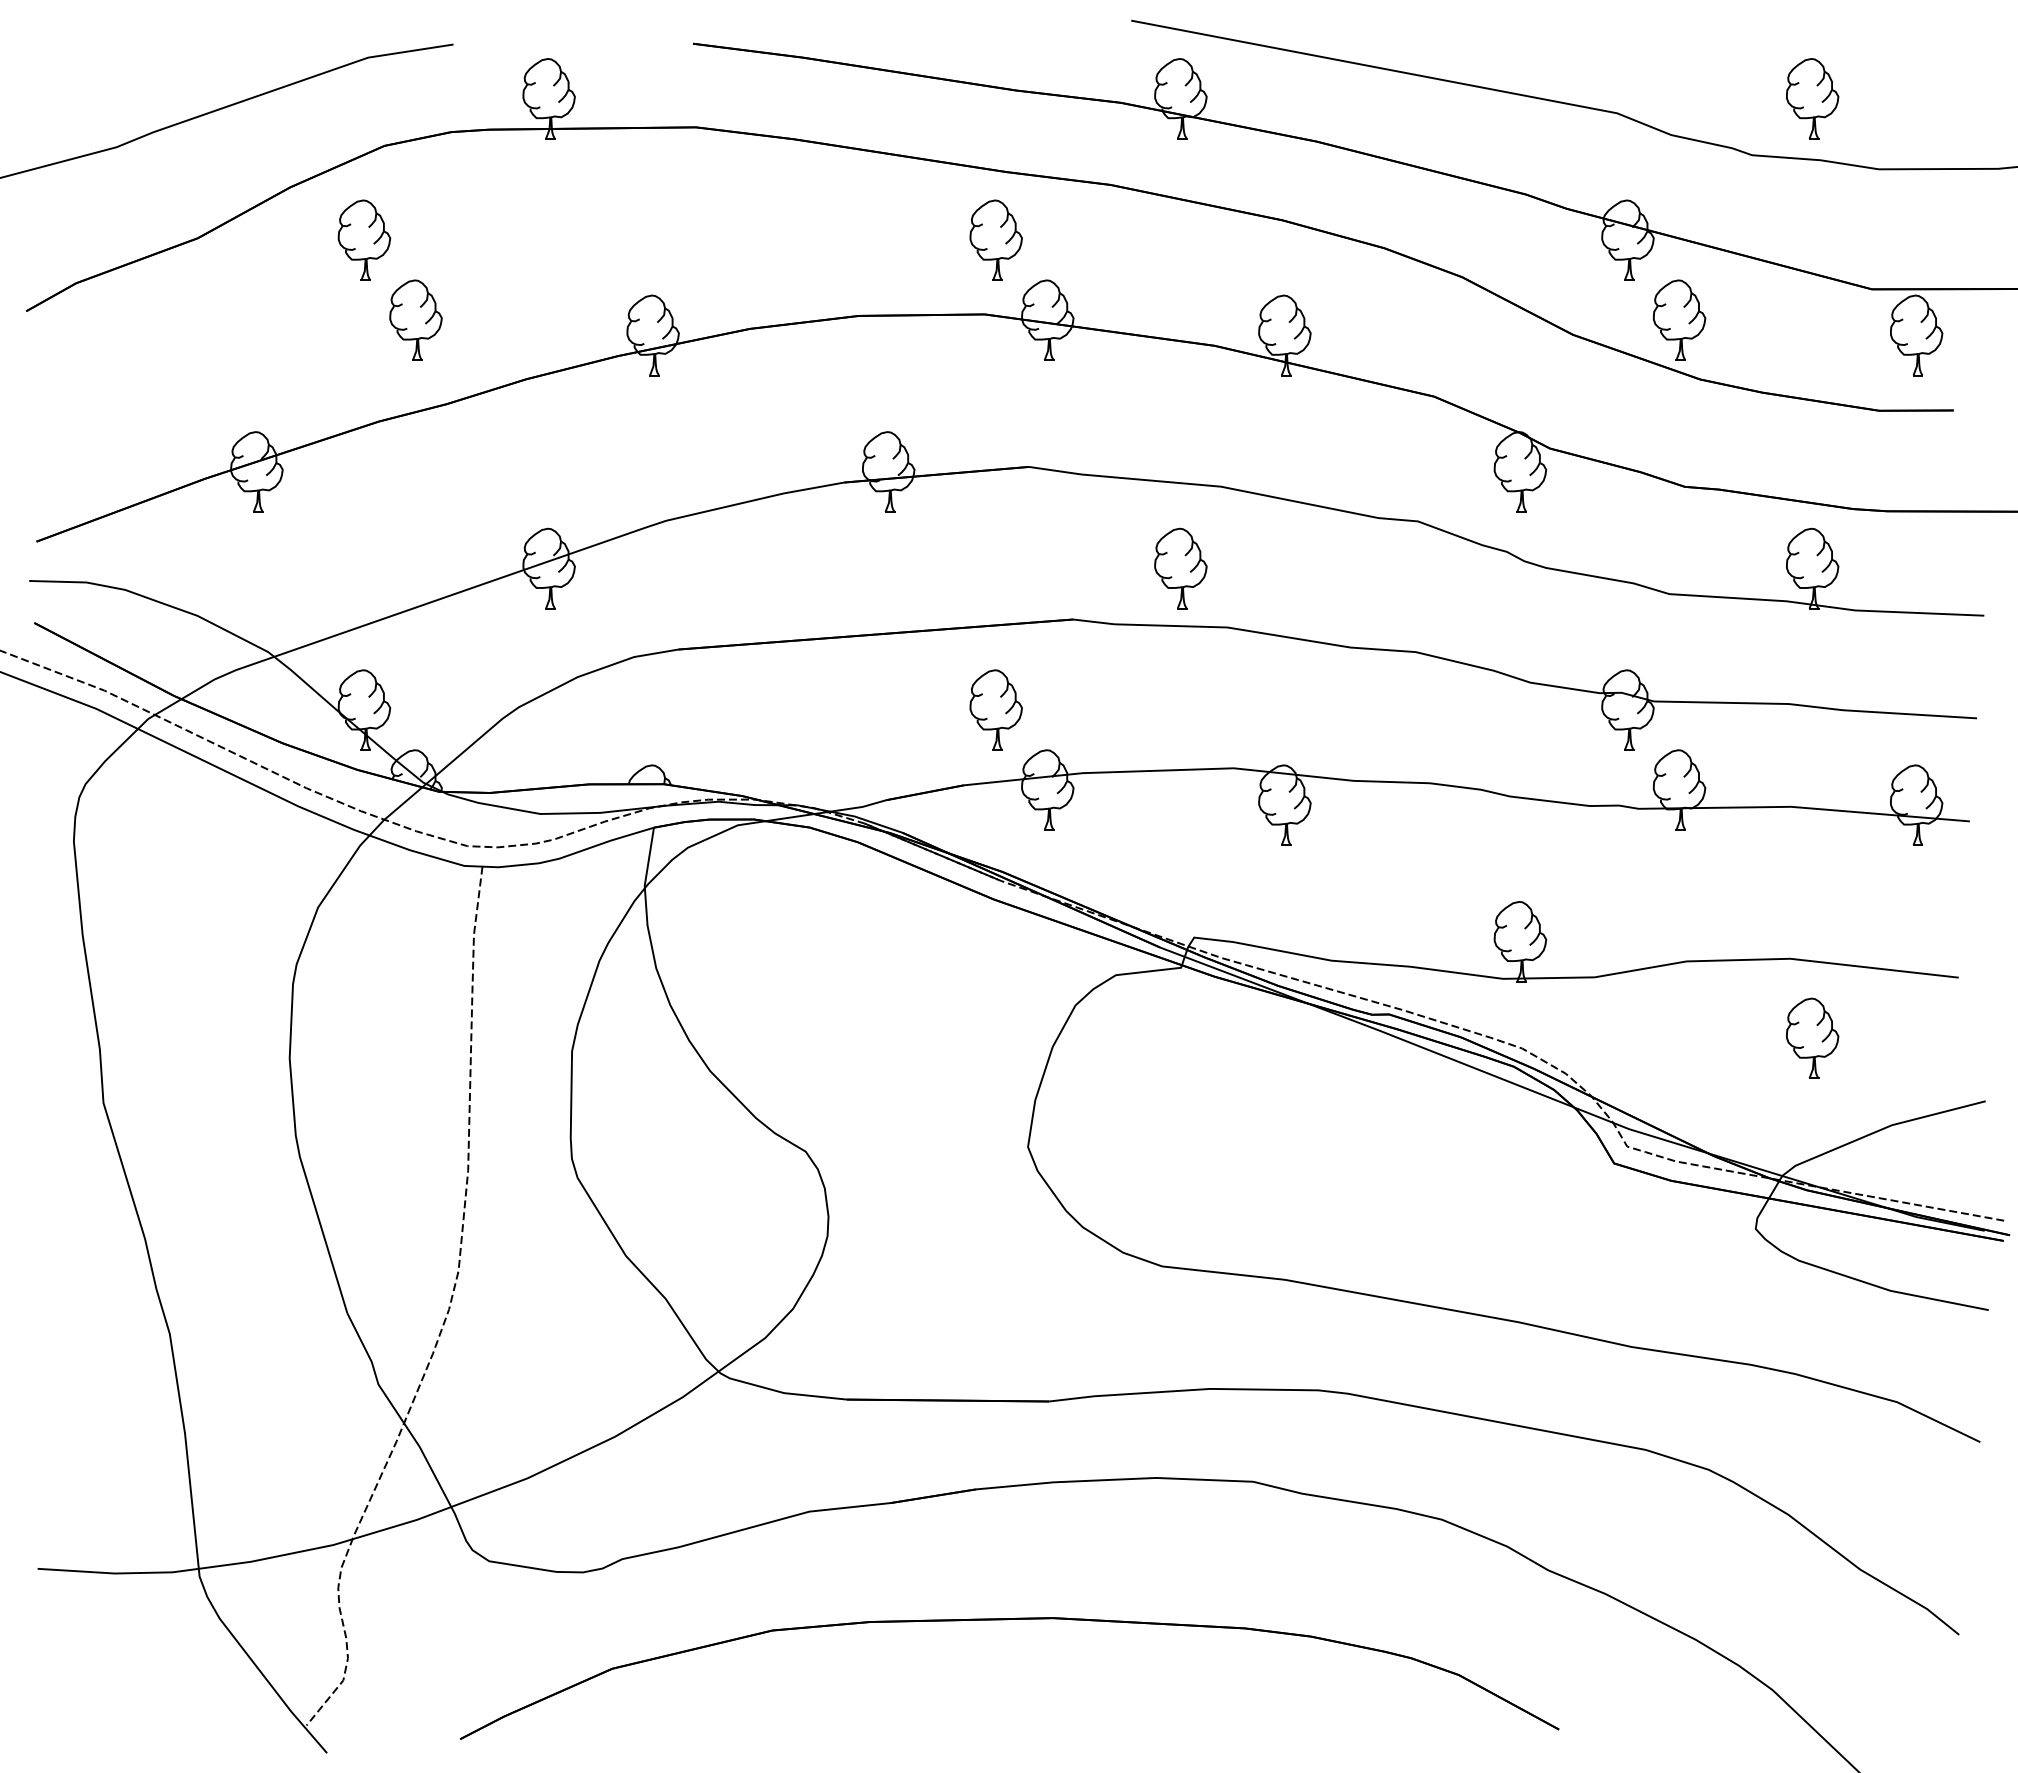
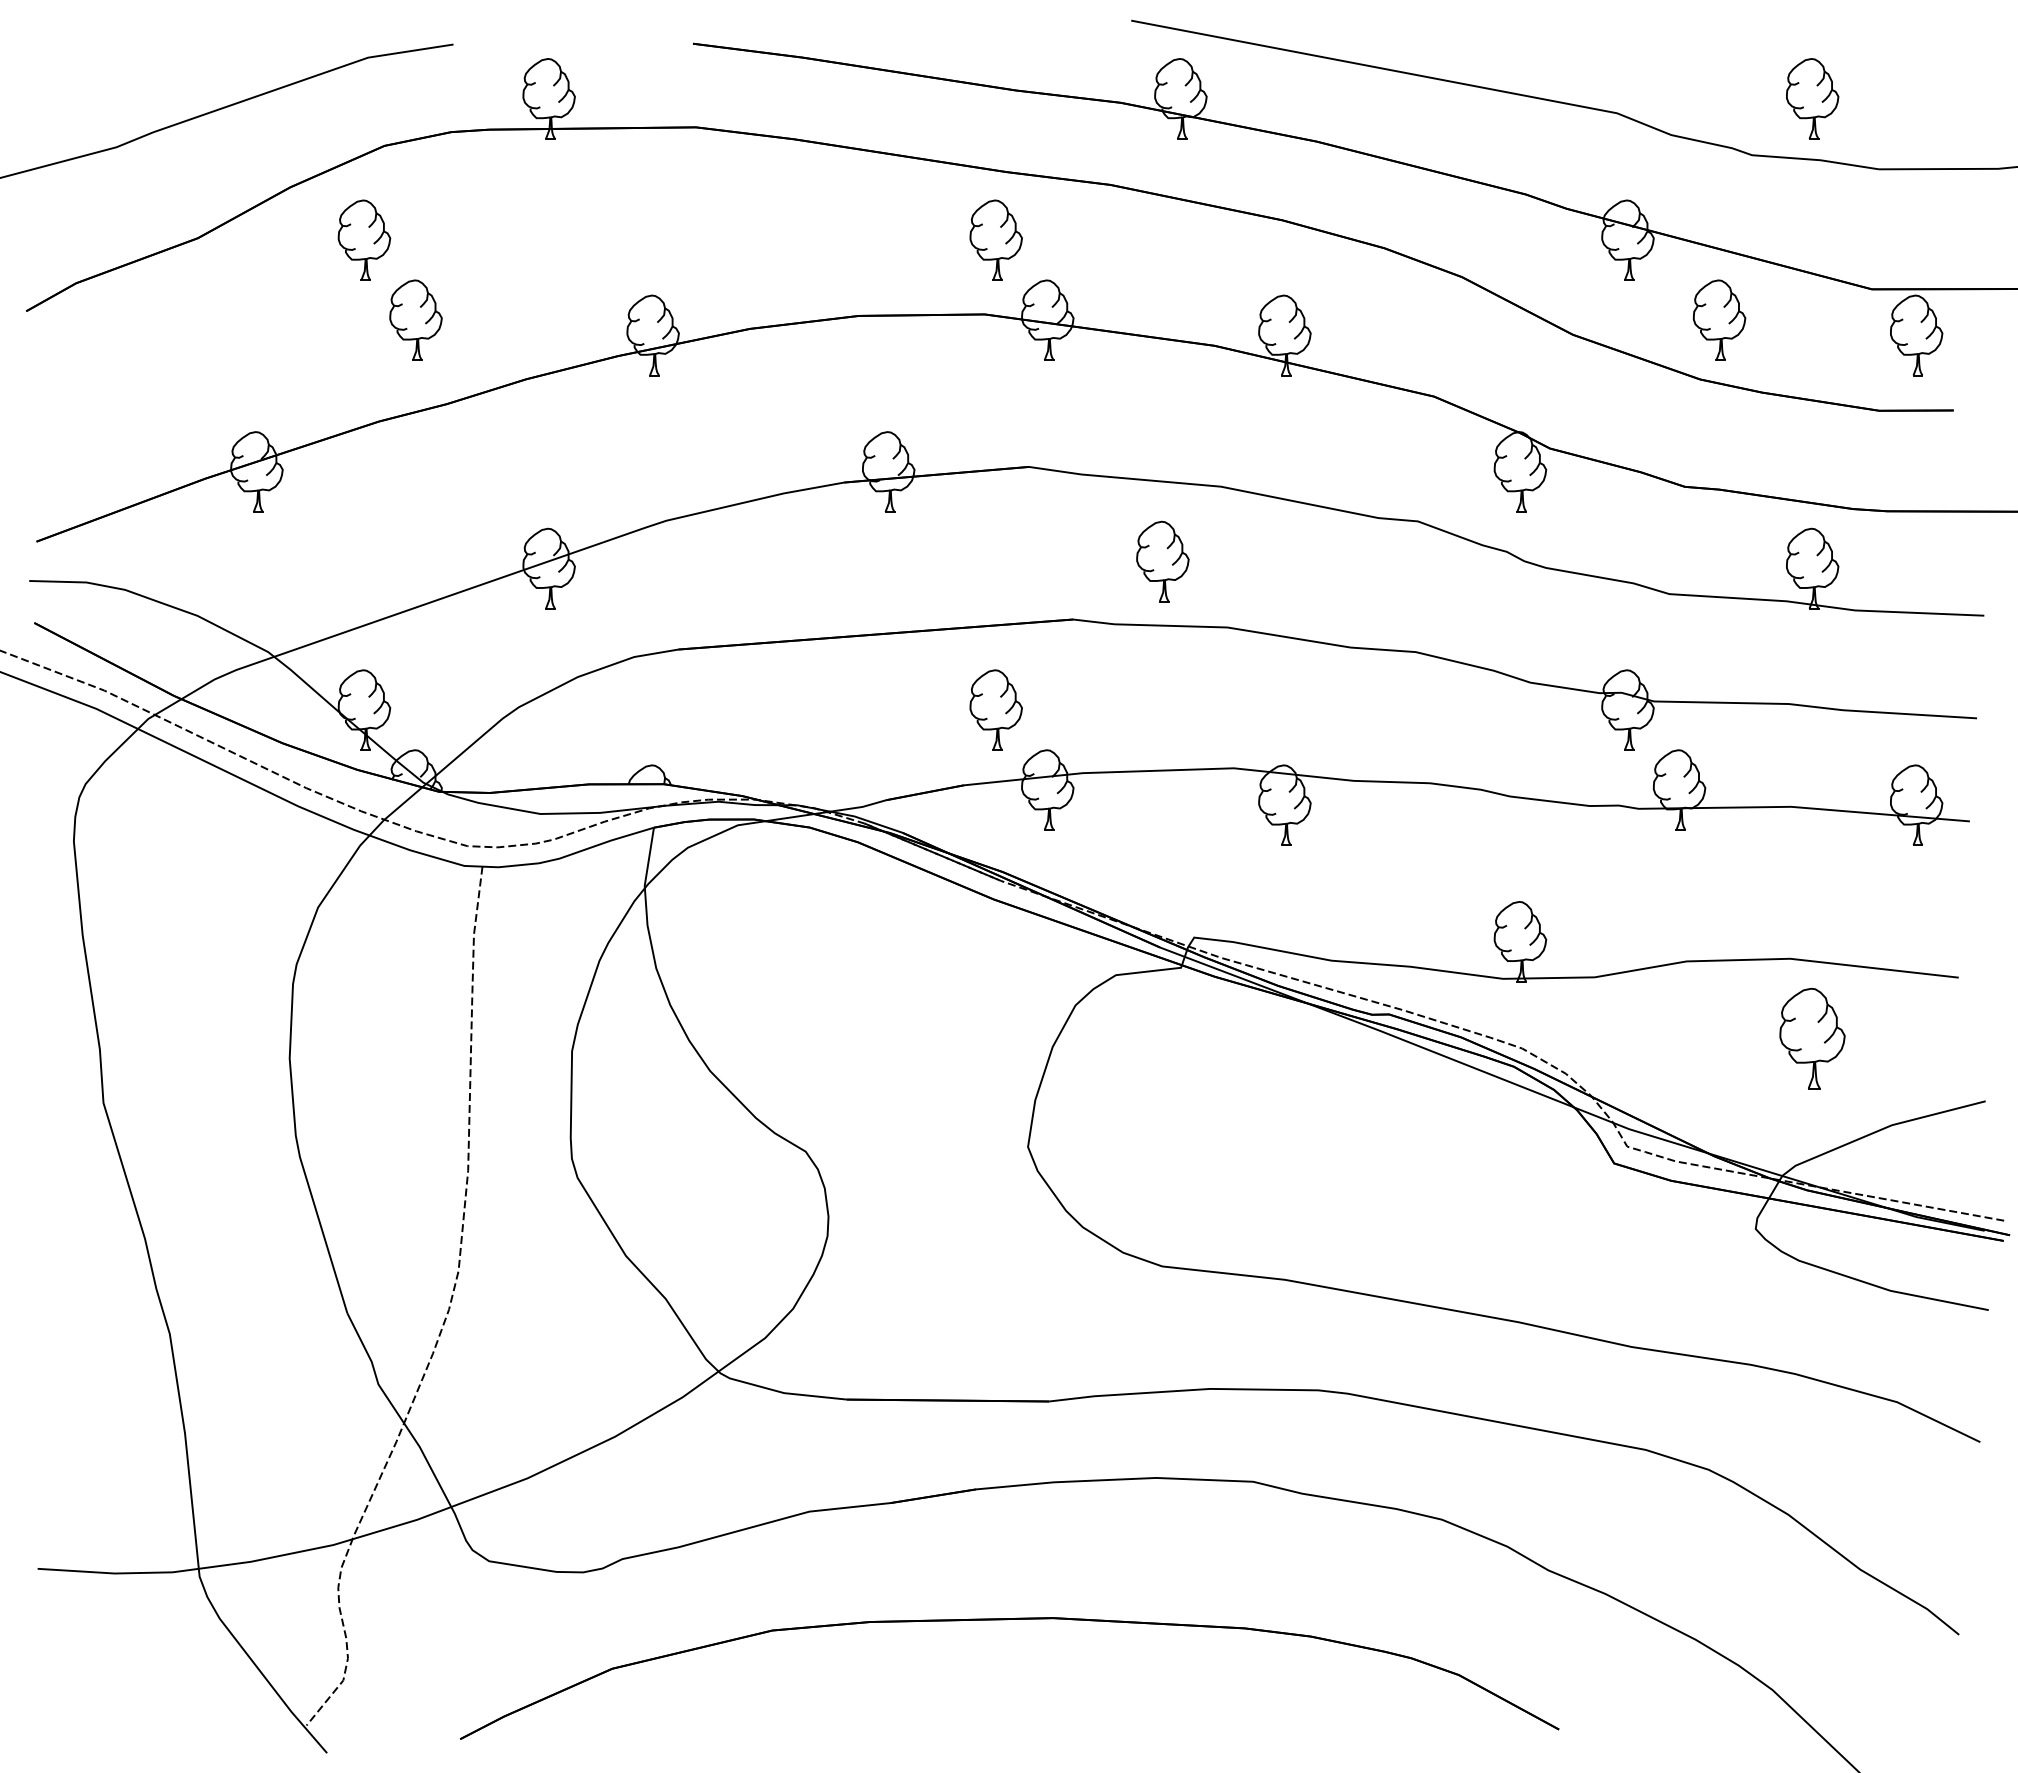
part at (1679, 319) position: (1679, 319) -> (1719, 319)
part at (1180, 568) position: (1180, 568) -> (1162, 561)
part at (1812, 1037) size: 54x82 px -> 67x103 px
